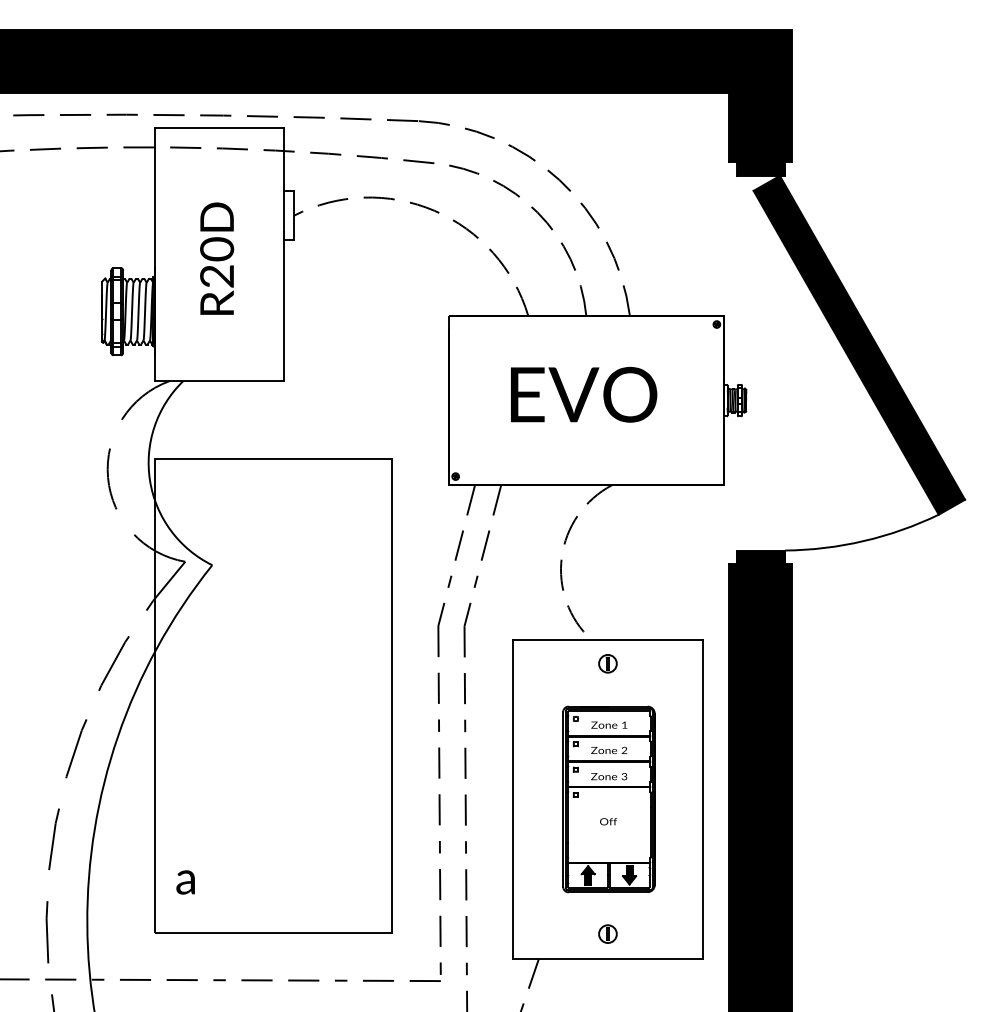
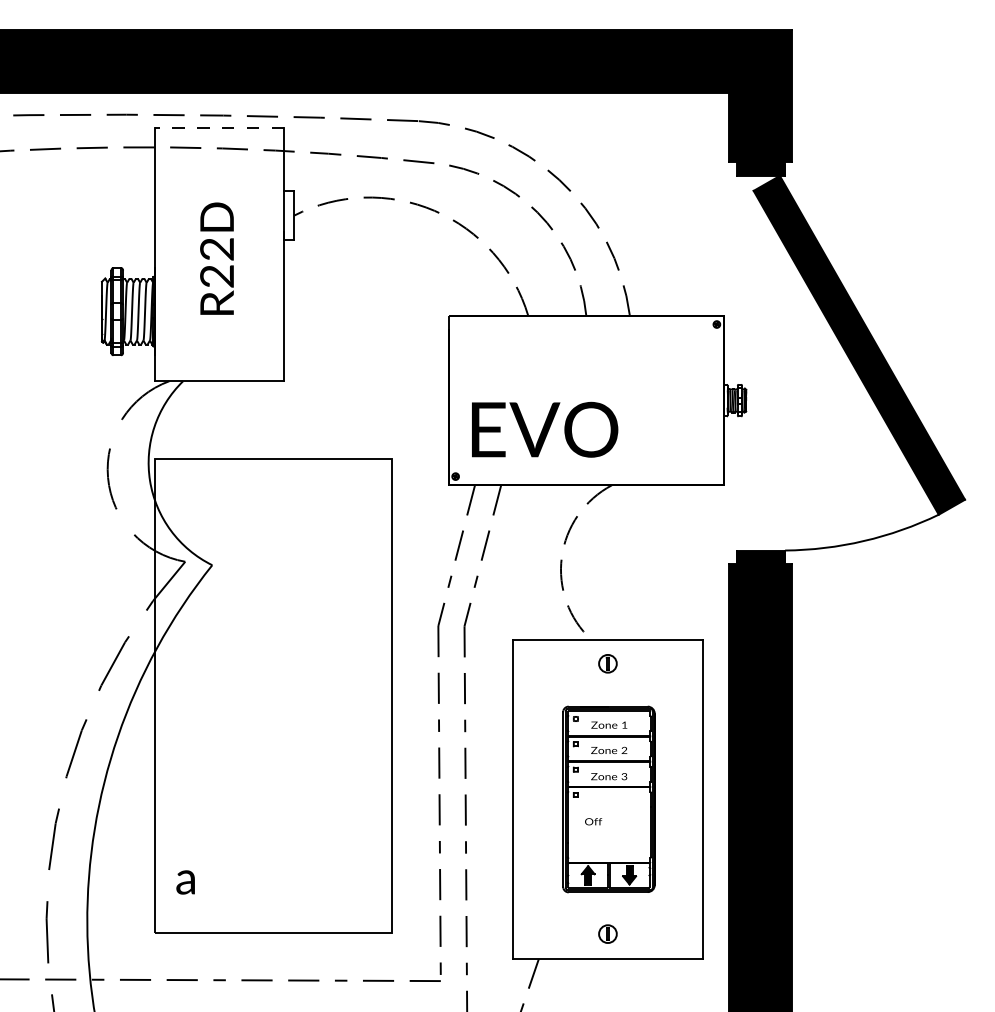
line at (219, 128): solid -> dashed
text at (217, 249): R20D -> R22D
text at (584, 394) position: (584, 394) -> (545, 429)
text at (608, 821) position: (608, 821) -> (593, 821)
